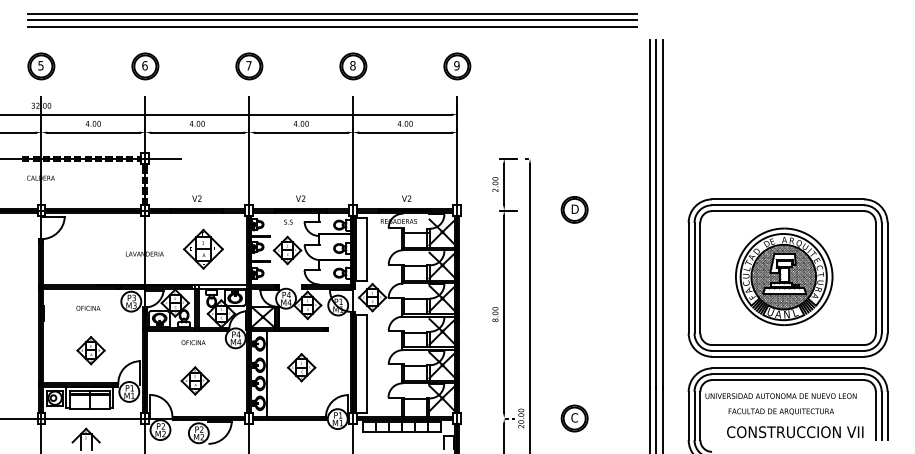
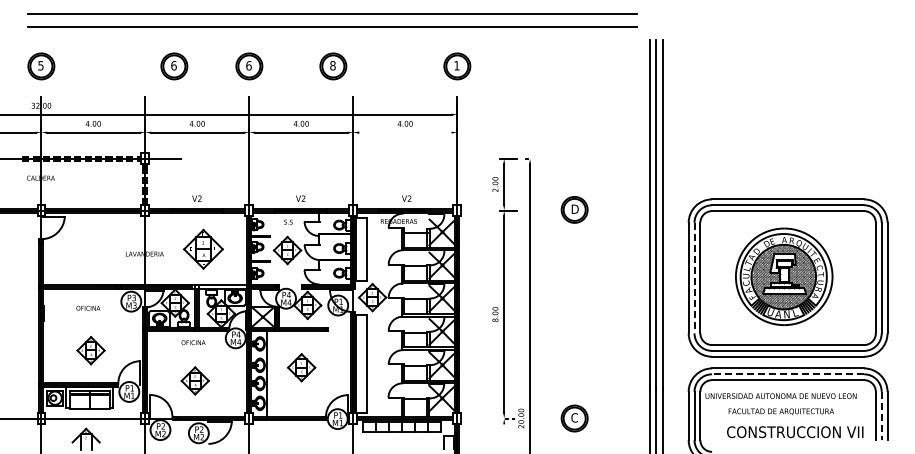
line at (331, 20): present -> none
text at (248, 65): 7 -> 6
text at (456, 65): 9 -> 1
part at (145, 66) position: (145, 66) -> (174, 66)
part at (353, 66) position: (353, 66) -> (333, 66)
line at (405, 132): present -> none
line at (694, 278): solid -> dashed
line at (787, 374): solid -> dashed
line at (881, 416): solid -> dashed
line at (504, 437): present -> none
